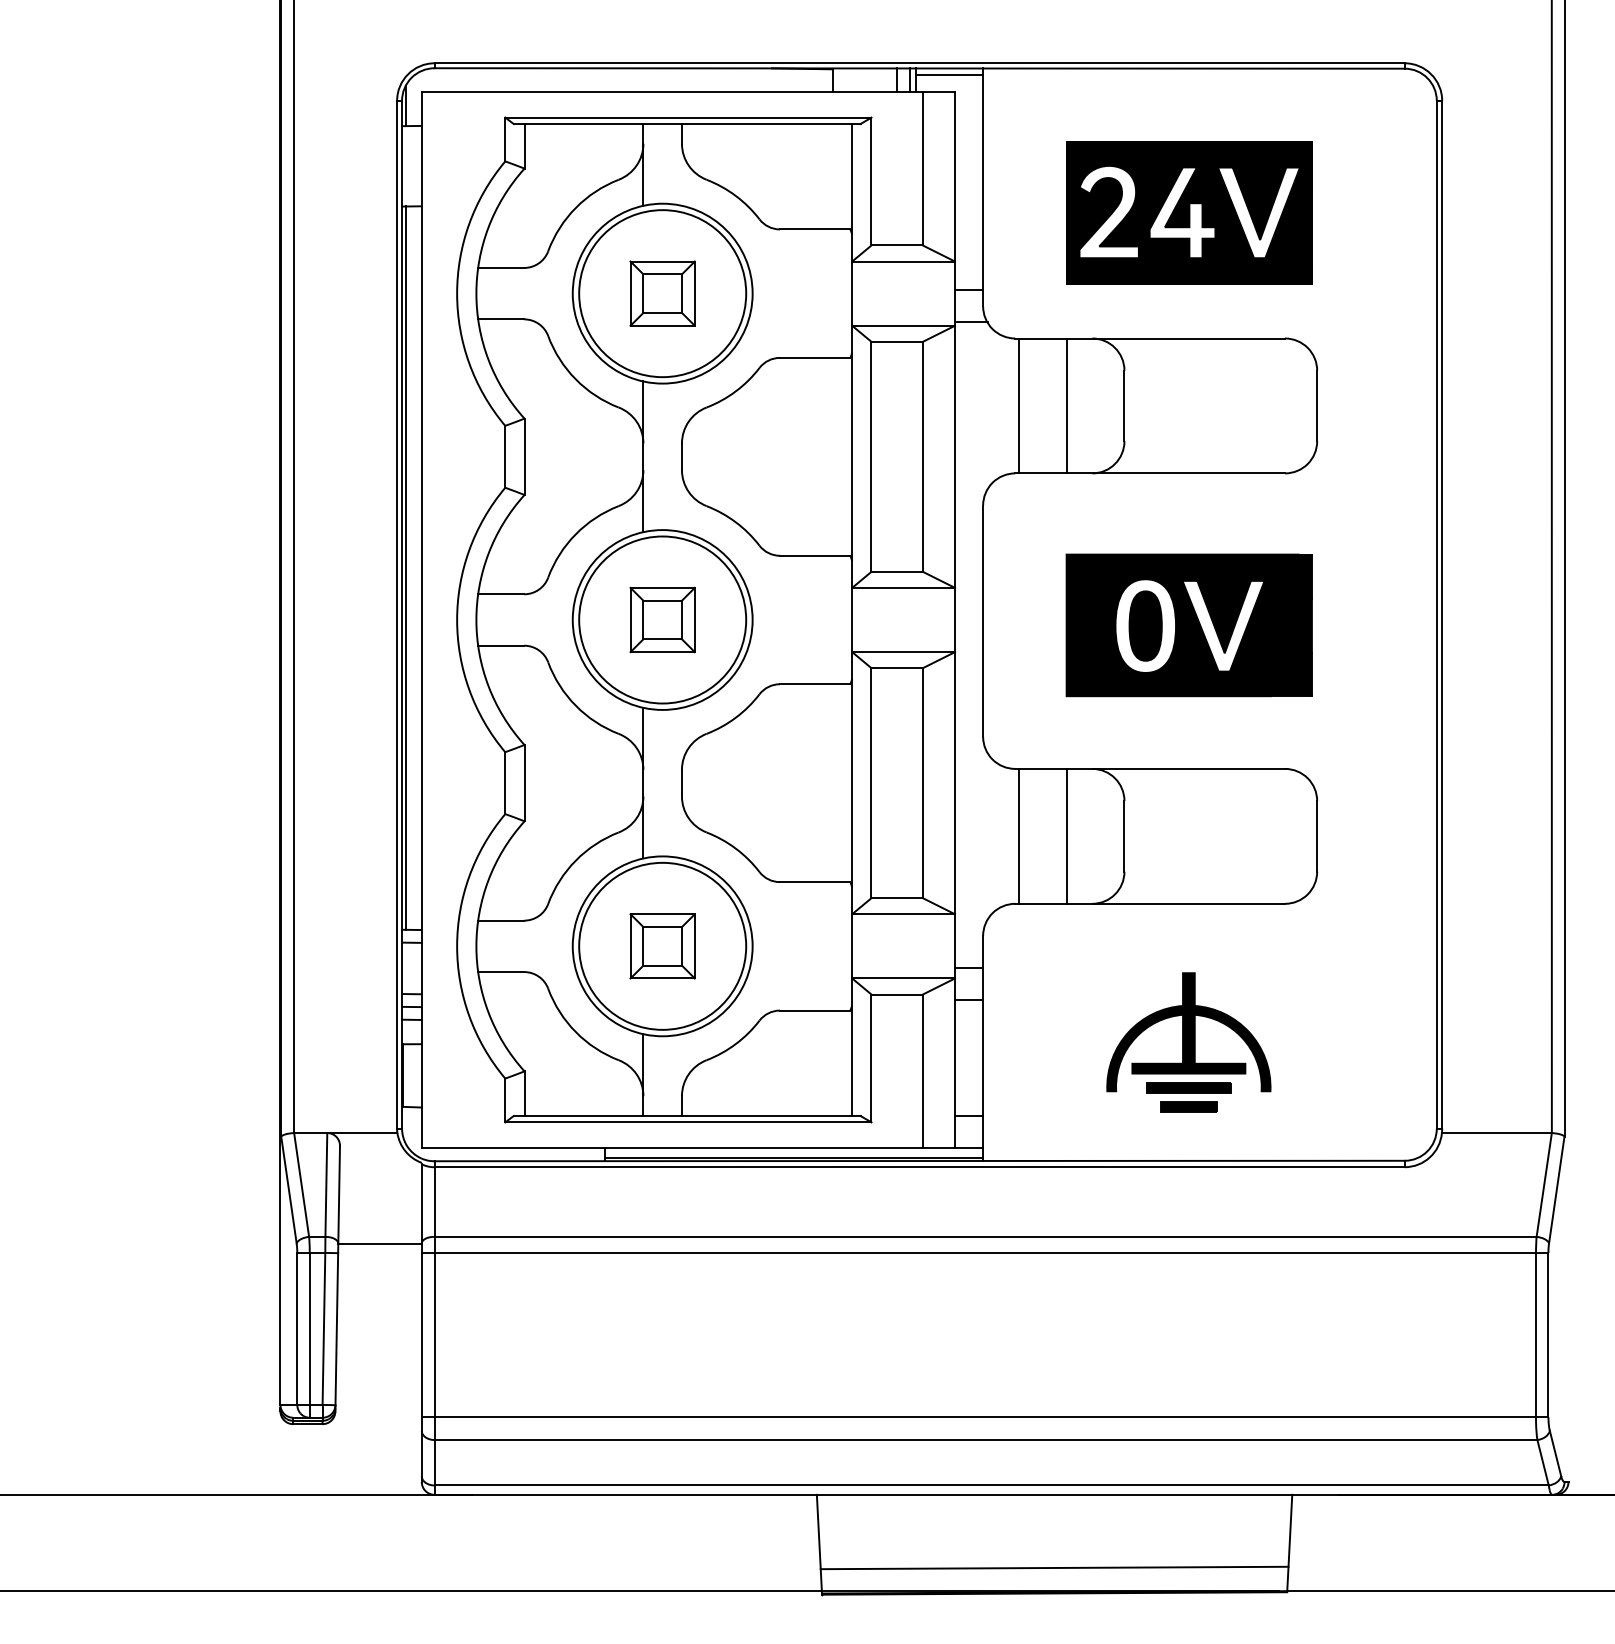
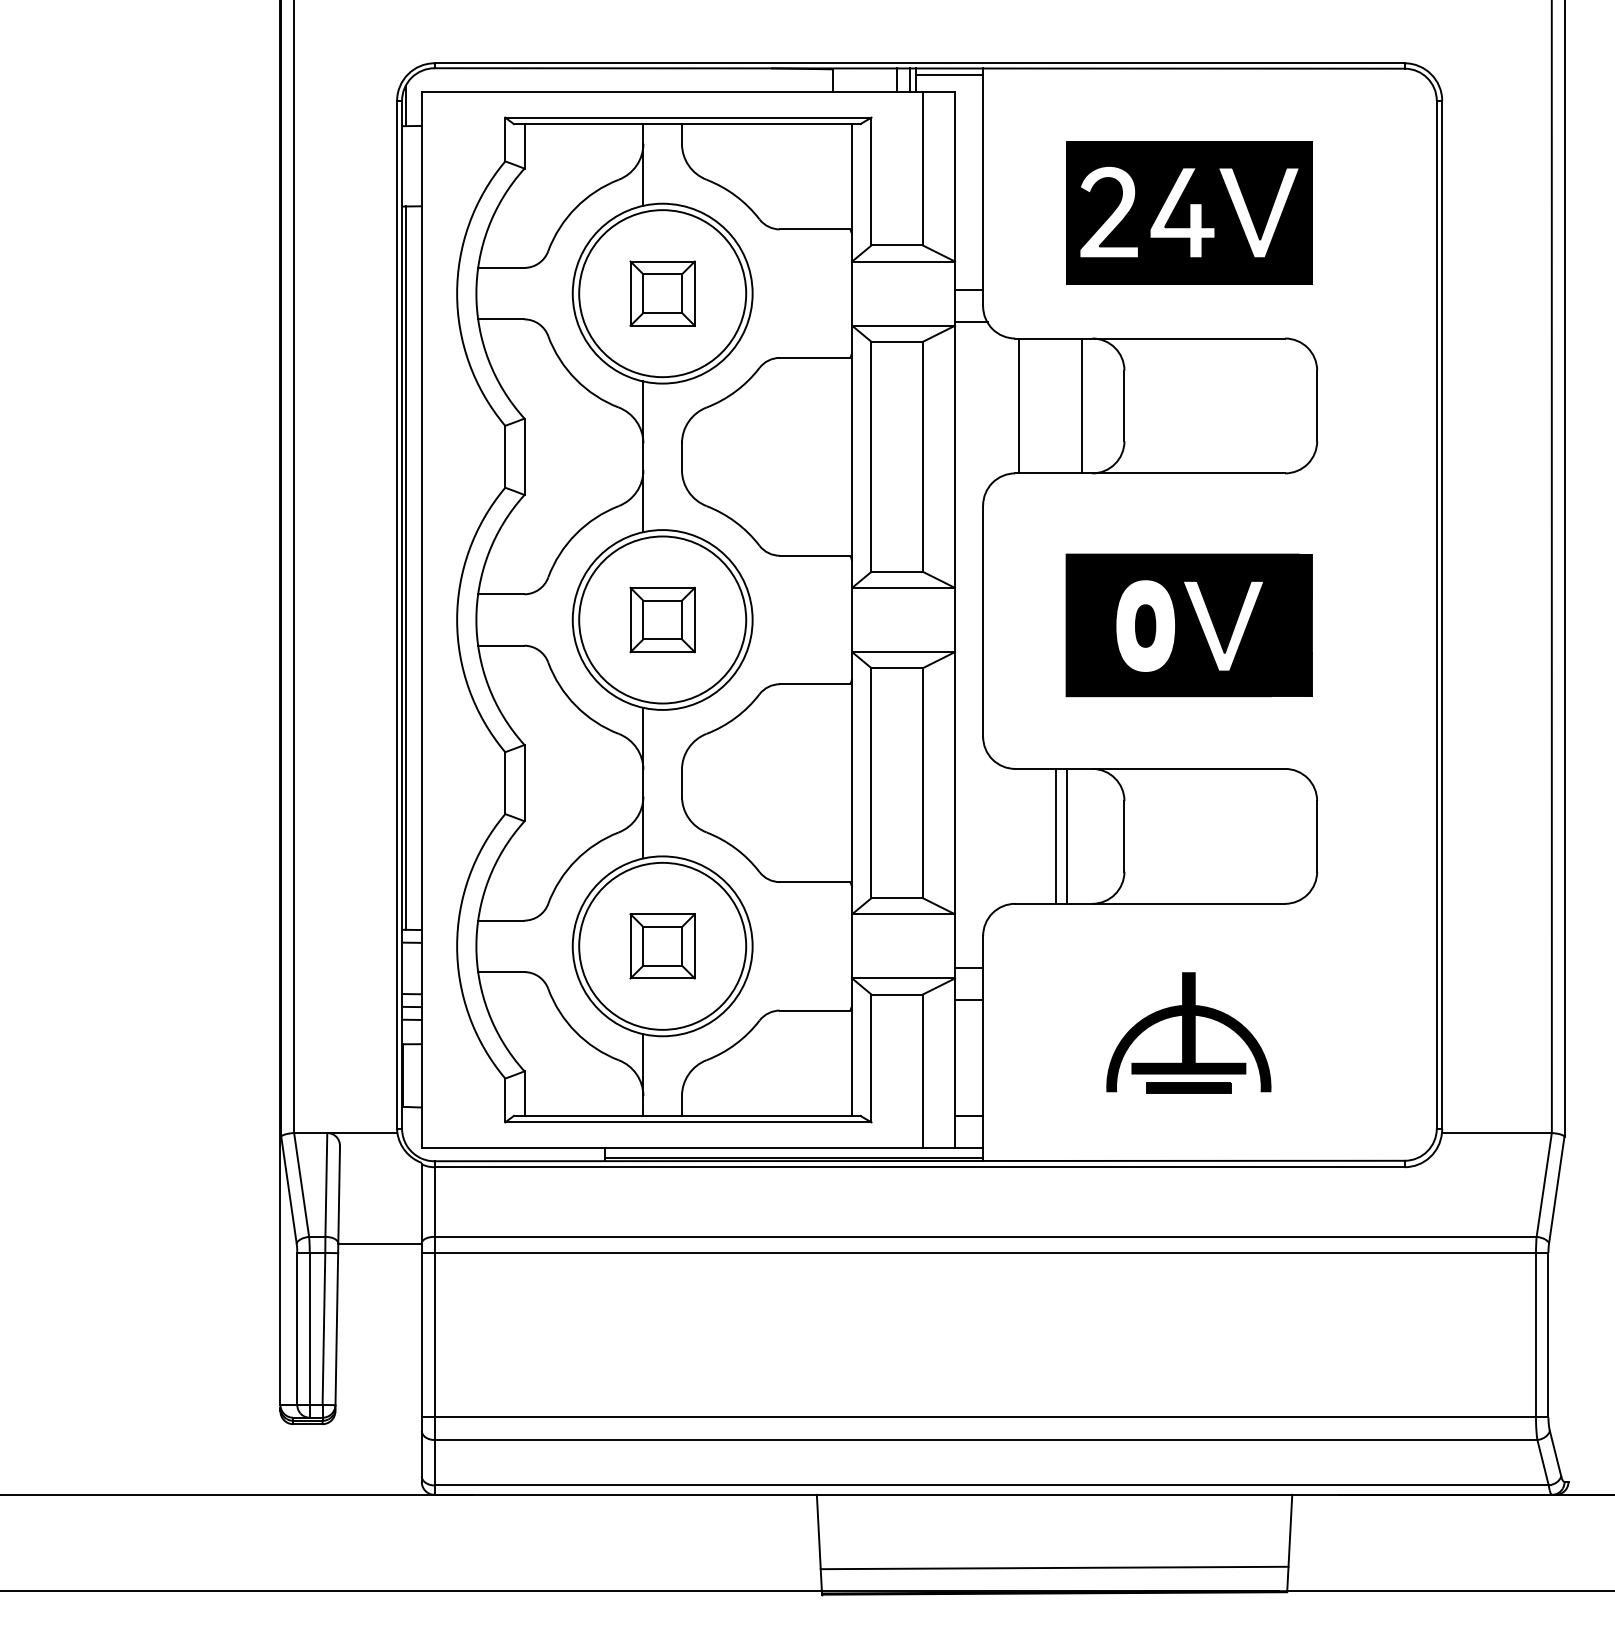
line at (1067, 405) position: (1067, 405) -> (1082, 405)
part at (1145, 625) size: 35x72 px -> 22x44 px
line at (1019, 835) position: (1019, 835) -> (1056, 835)
part at (1188, 1106): present -> none
